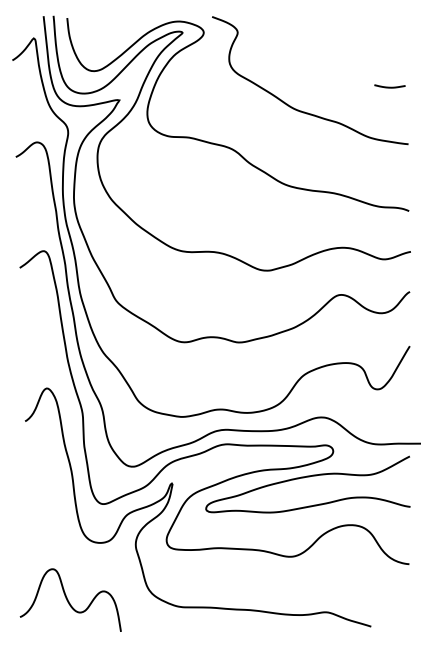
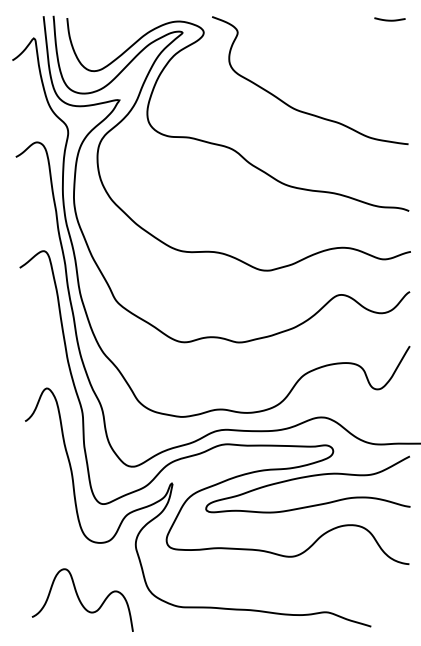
curve at (389, 86) position: (389, 86) -> (389, 19)
curve at (68, 599) position: (68, 599) -> (80, 599)
